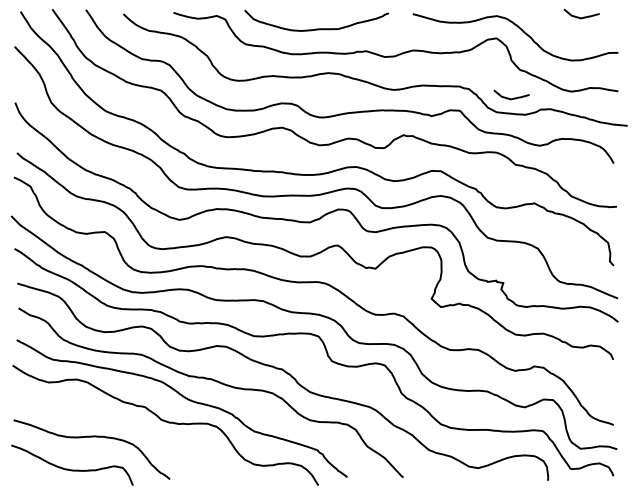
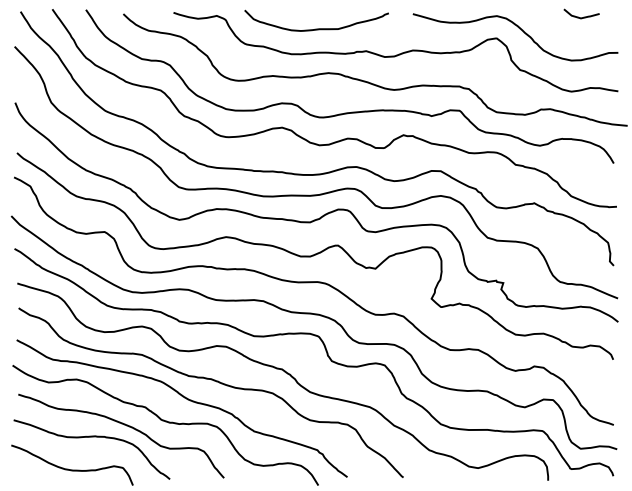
curve at (513, 97): present -> none
curve at (126, 426): none -> present
